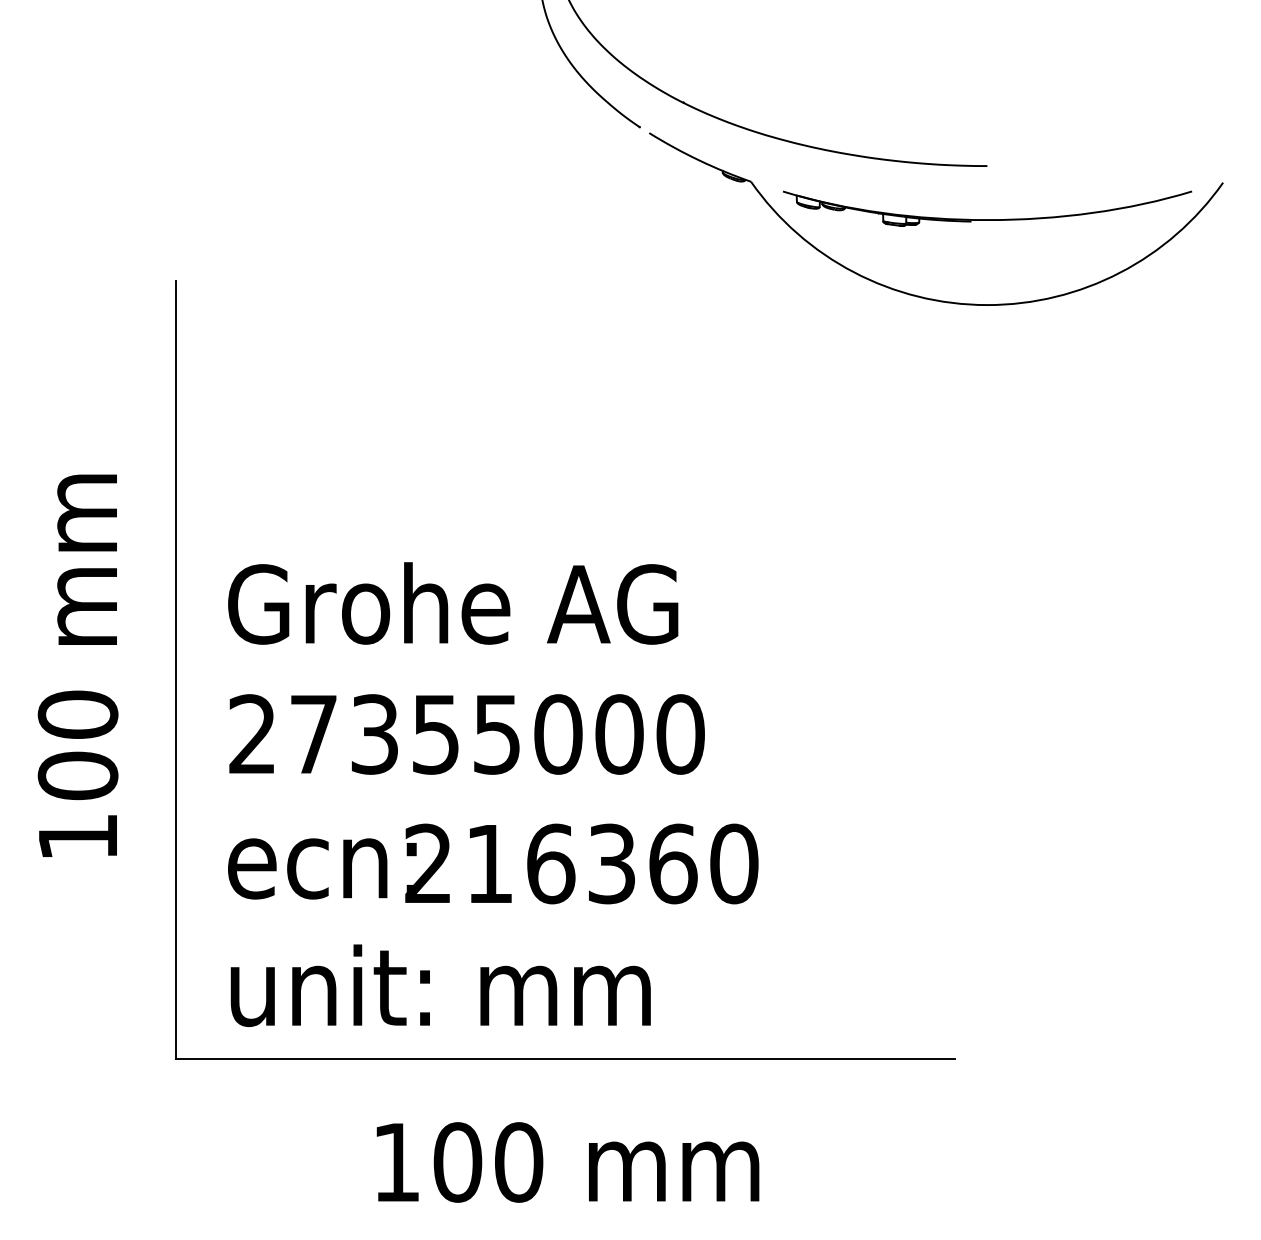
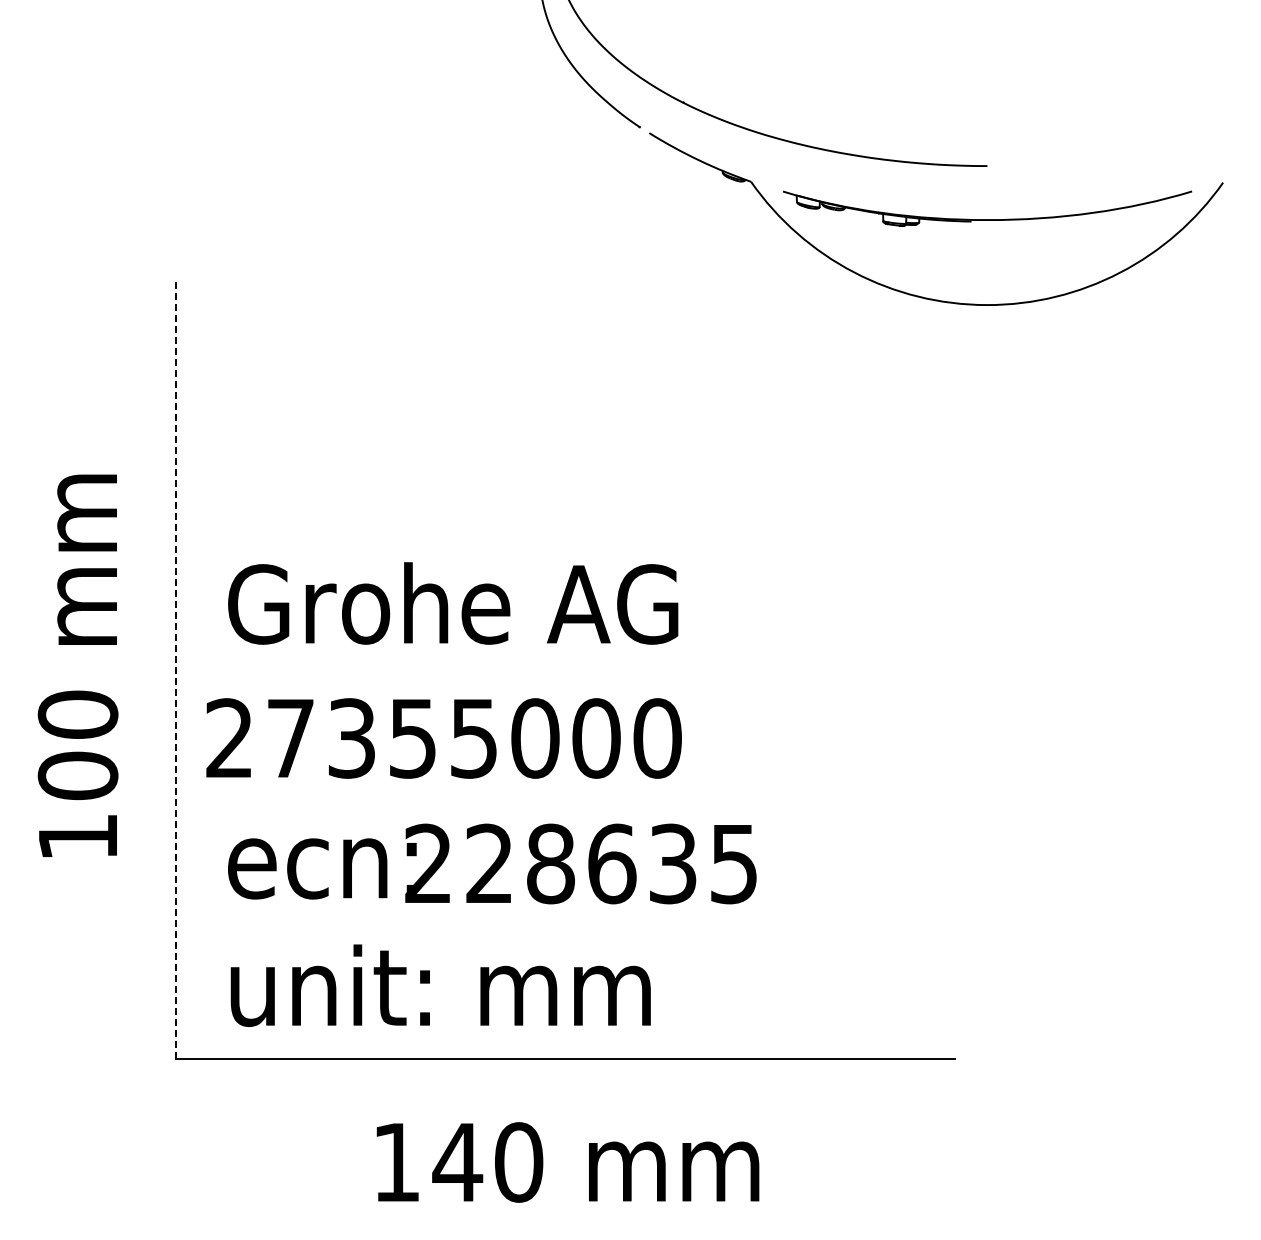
line at (176, 669): solid -> dashed
text at (466, 734) position: (466, 734) -> (443, 738)
text at (612, 863): 216360 -> 228635
text at (457, 1162): 100 -> 140
